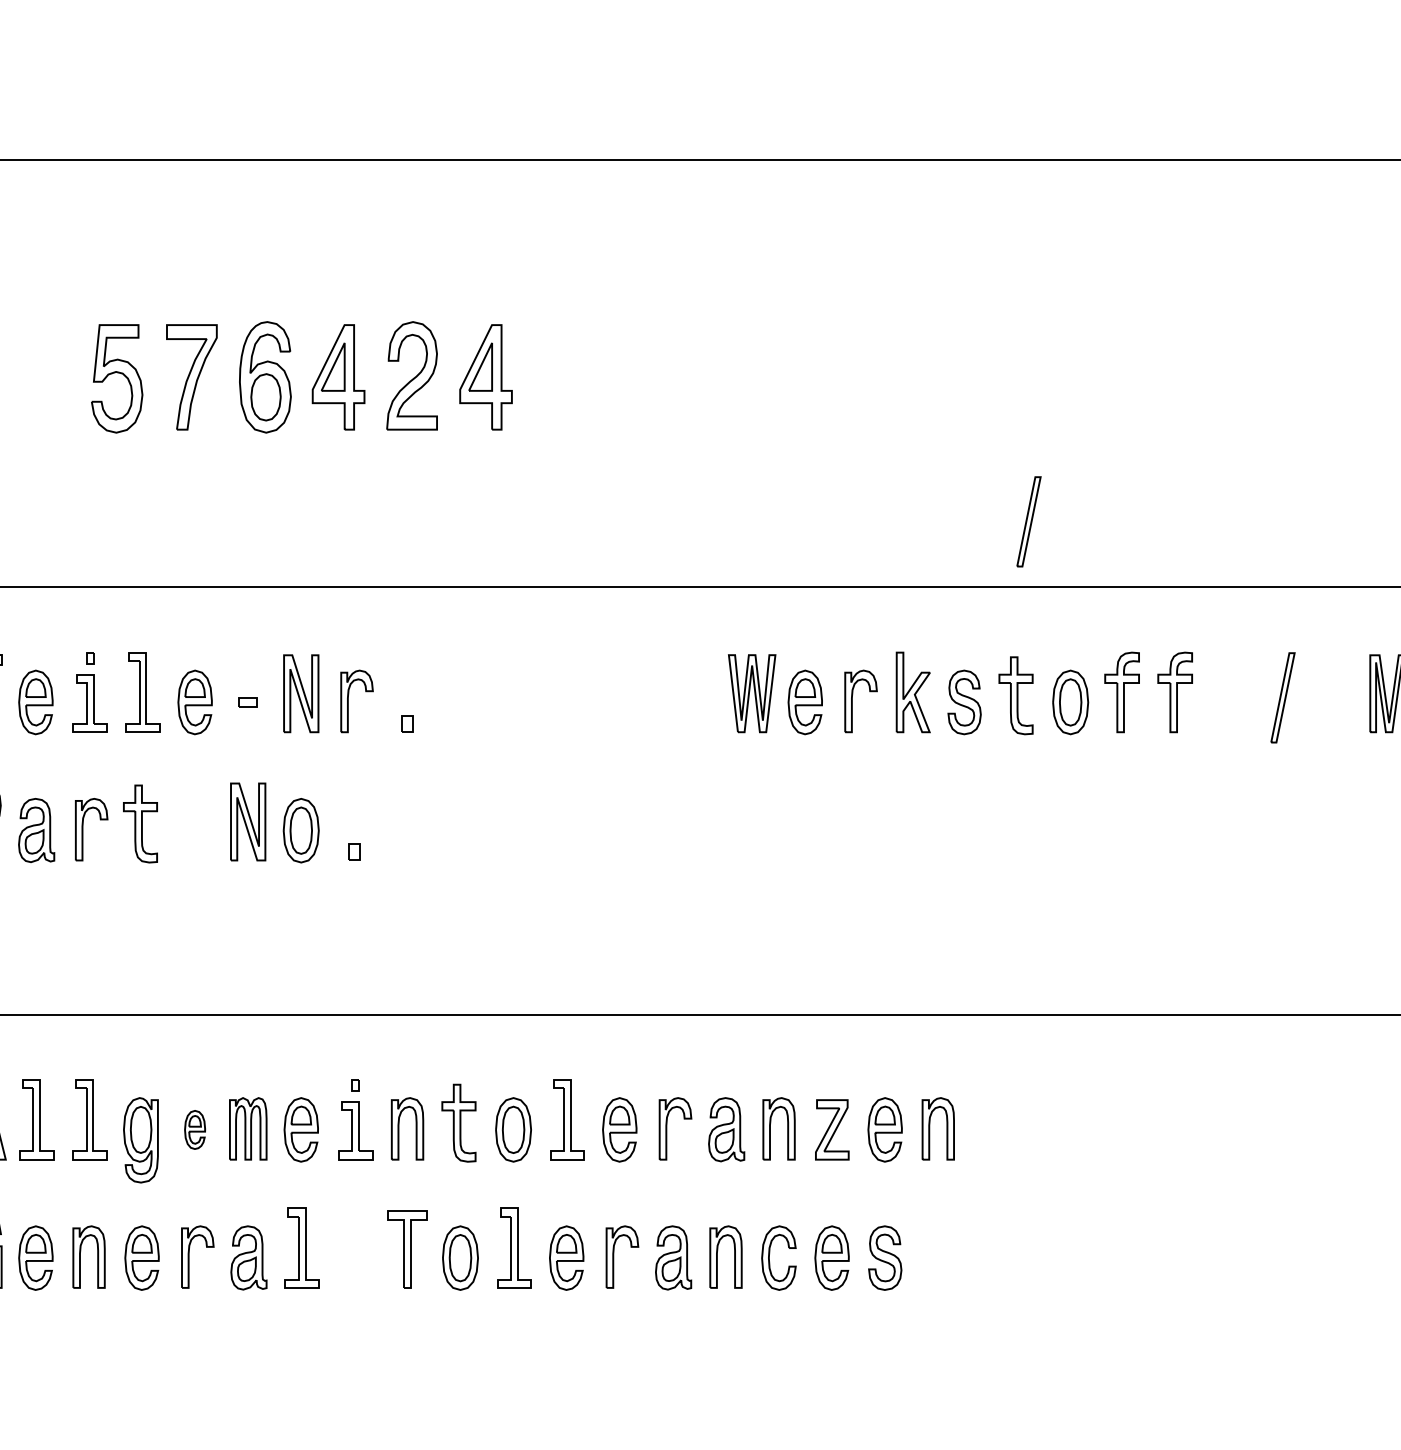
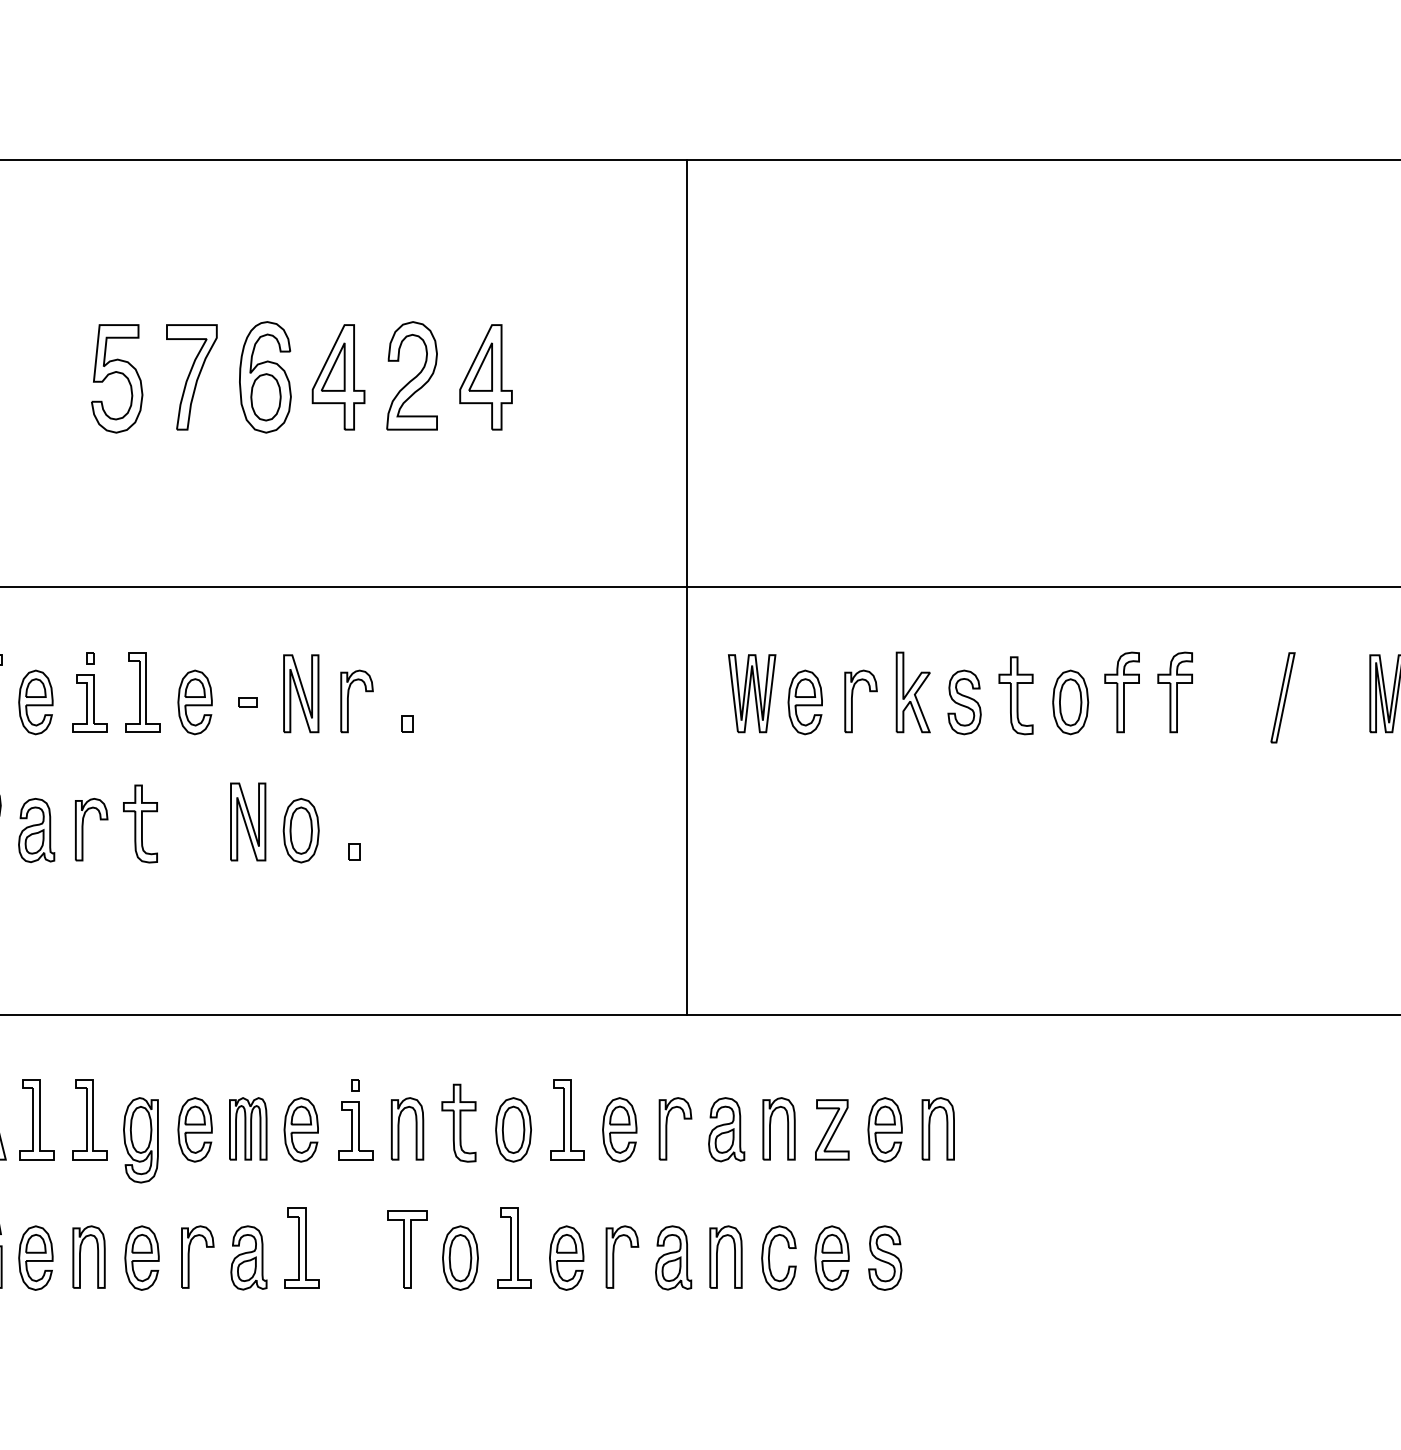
part at (1028, 521): present -> none
line at (686, 586): none -> present
part at (194, 1129) size: 22x40 px -> 36x66 px
